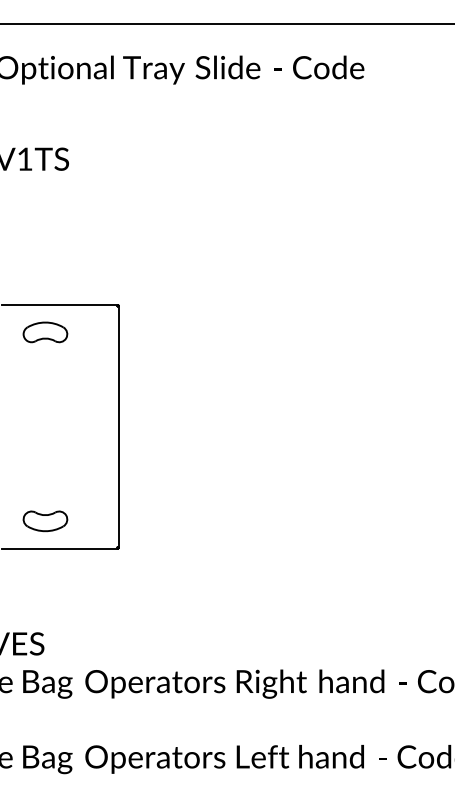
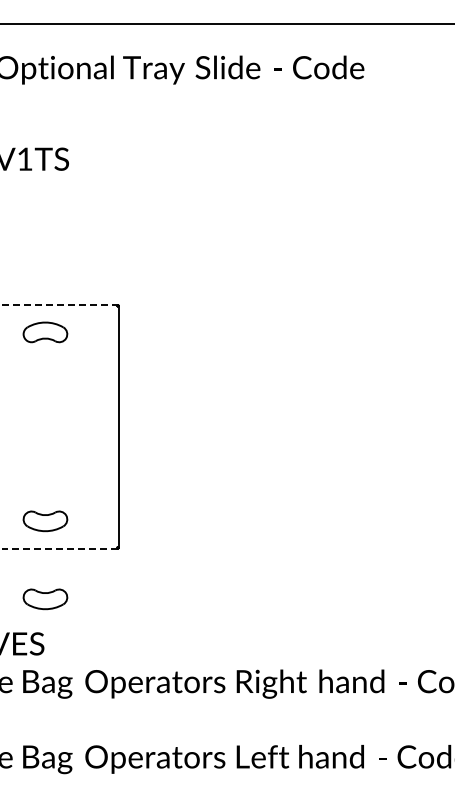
line at (60, 305): solid -> dashed
line at (59, 548): solid -> dashed
part at (45, 599): none -> present
